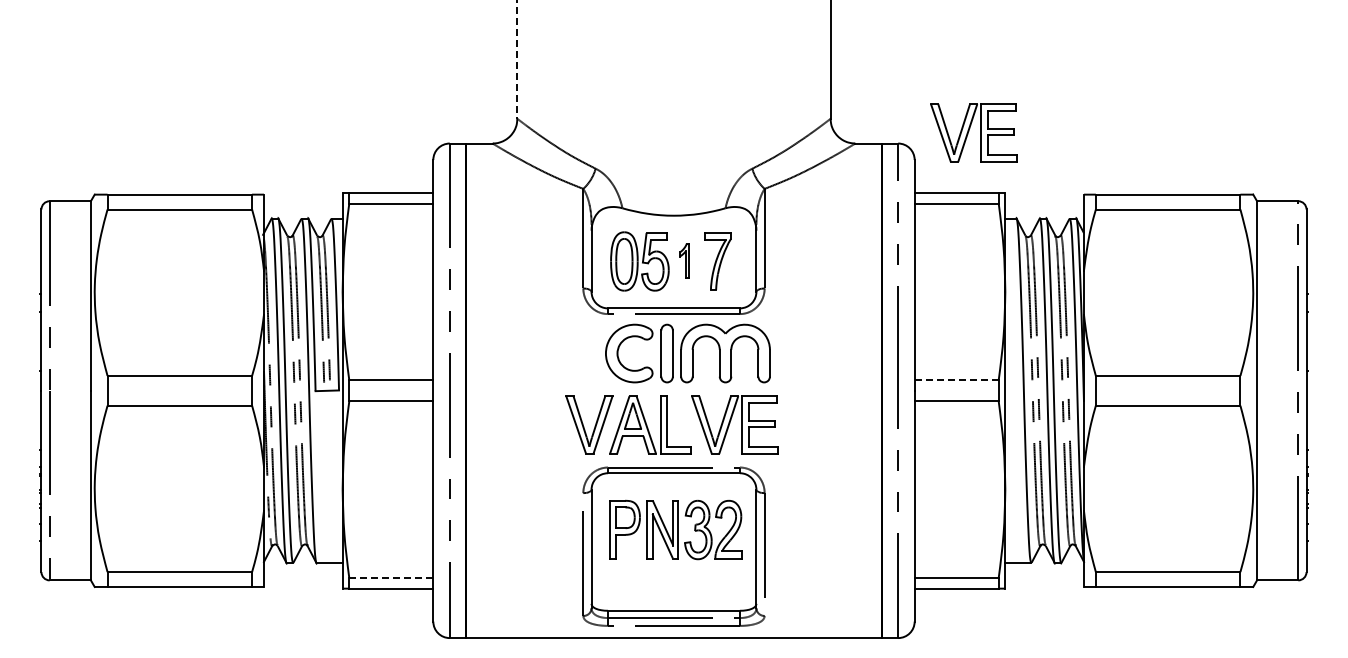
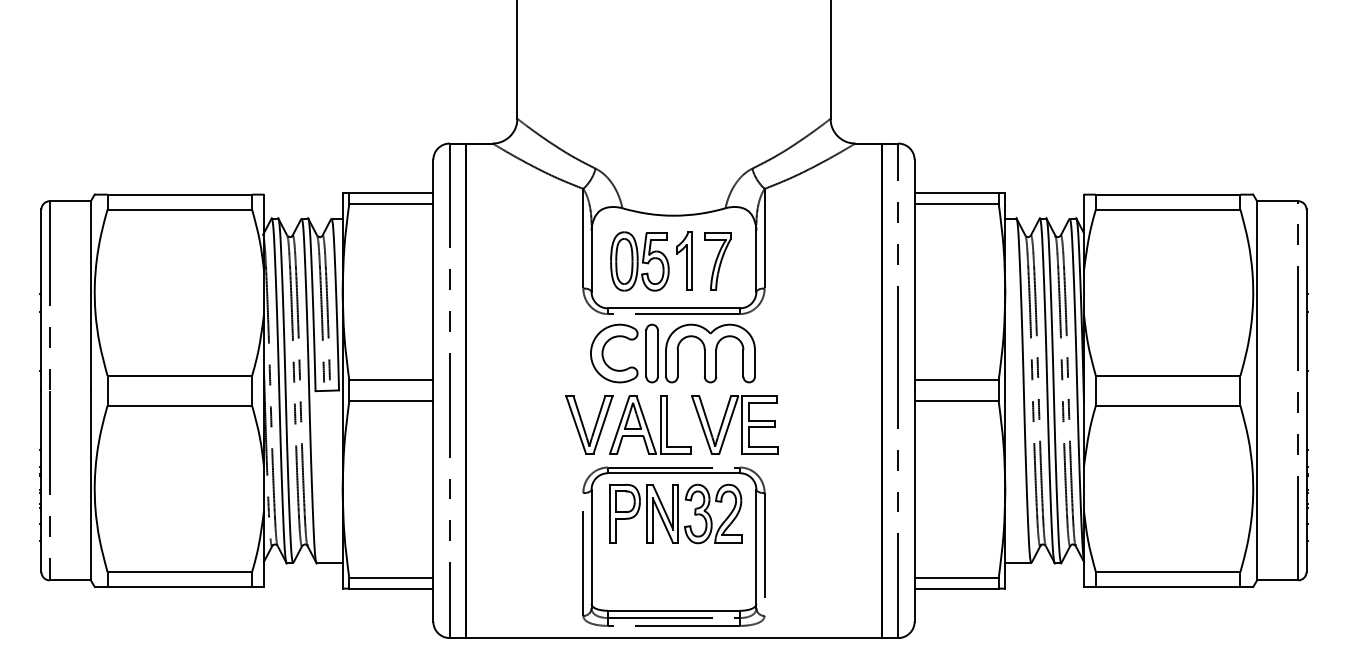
line at (517, 59): dashed -> solid
part at (973, 132): present -> none
part at (684, 260) size: 11x36 px -> 17x60 px
part at (687, 353) position: (687, 353) -> (672, 353)
line at (956, 380): dashed -> solid
part at (675, 529) position: (675, 529) -> (675, 513)
line at (390, 578): dashed -> solid
